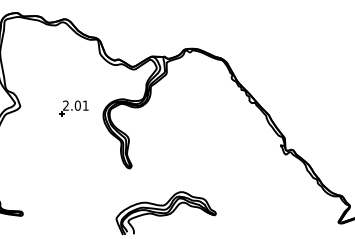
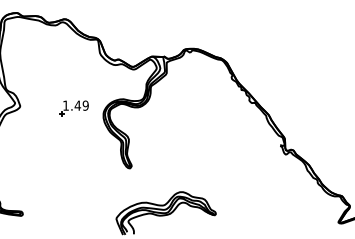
text at (75, 105): 2.01 -> 1.49
